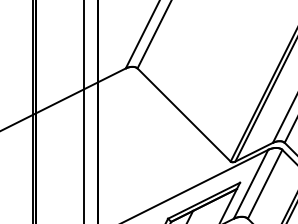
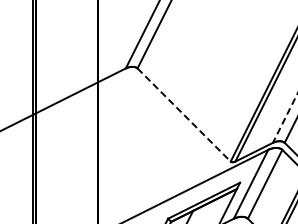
line at (83, 111): present -> none
line at (184, 115): solid -> dashed
line at (285, 118): solid -> dashed
